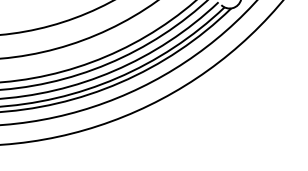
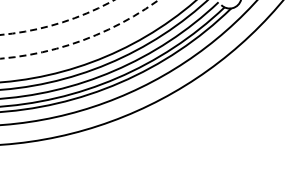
arc at (59, 23): solid -> dashed
arc at (83, 40): solid -> dashed
